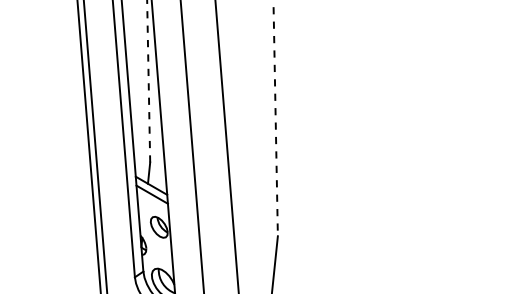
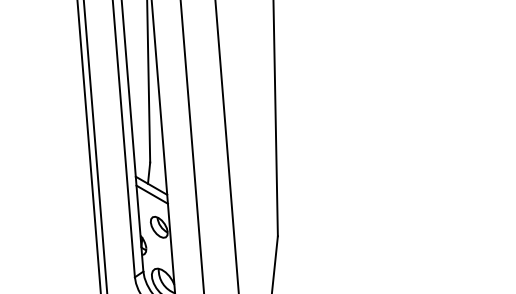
line at (148, 80): dashed -> solid
line at (275, 118): dashed -> solid
